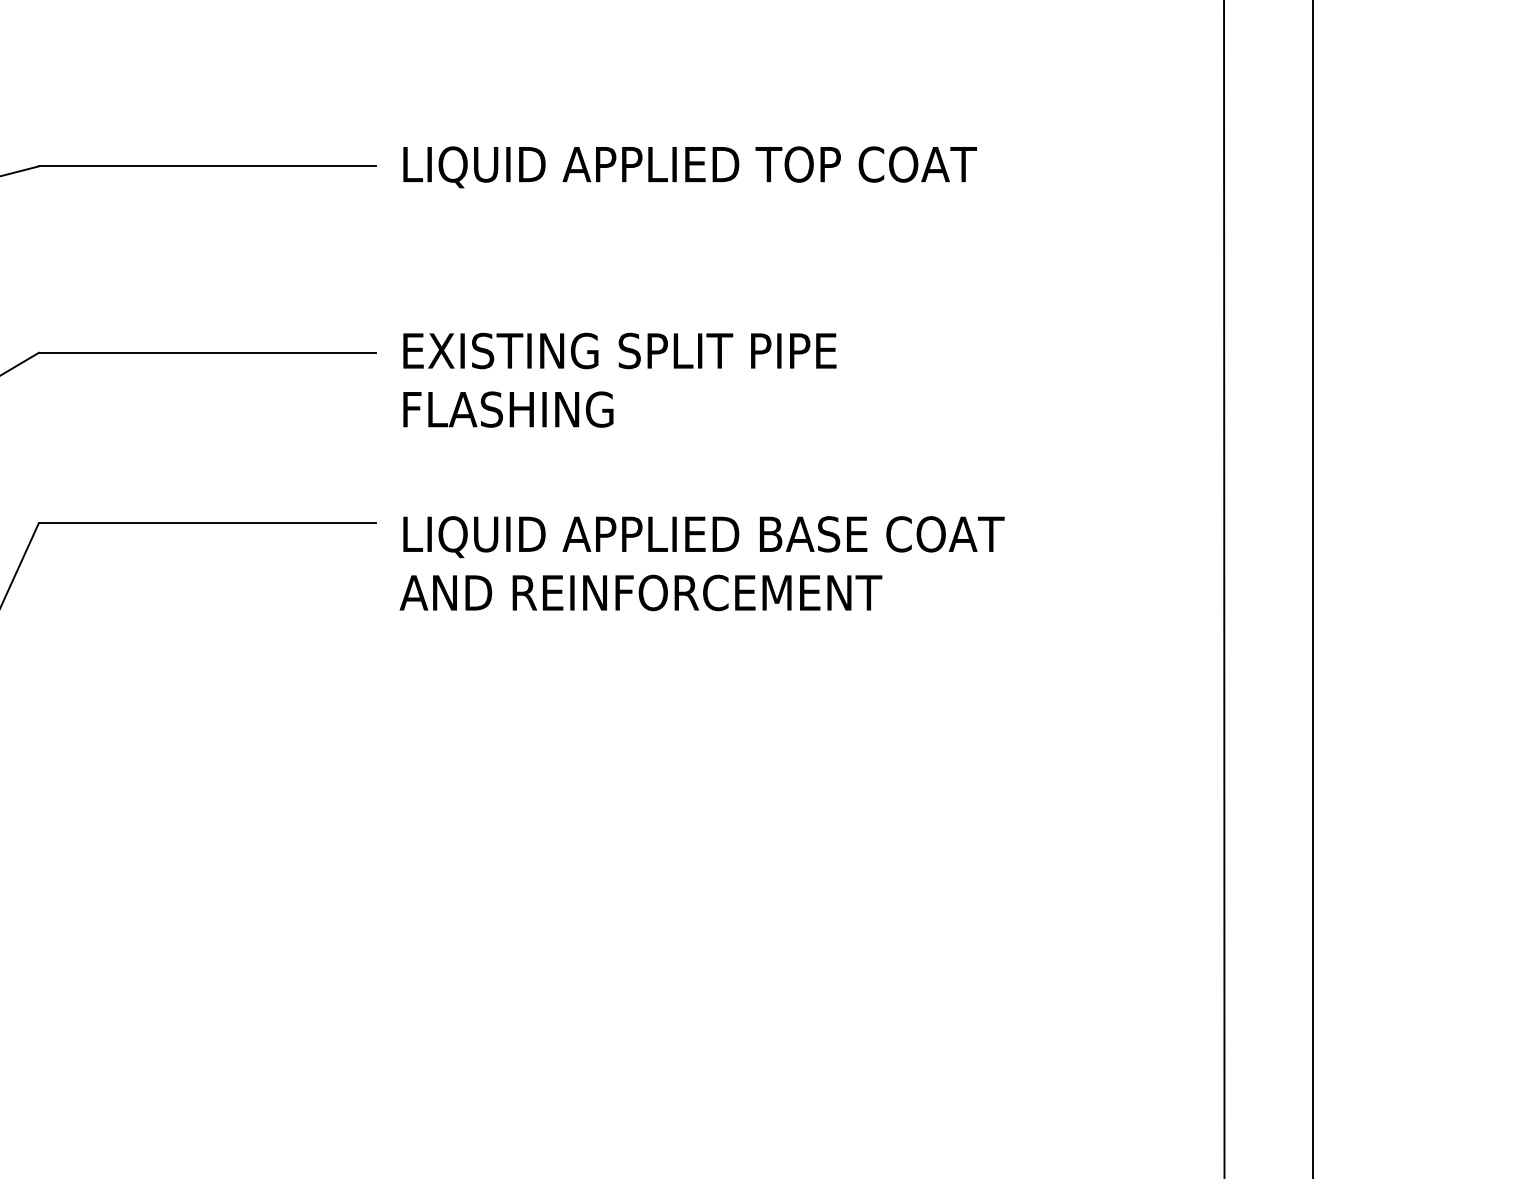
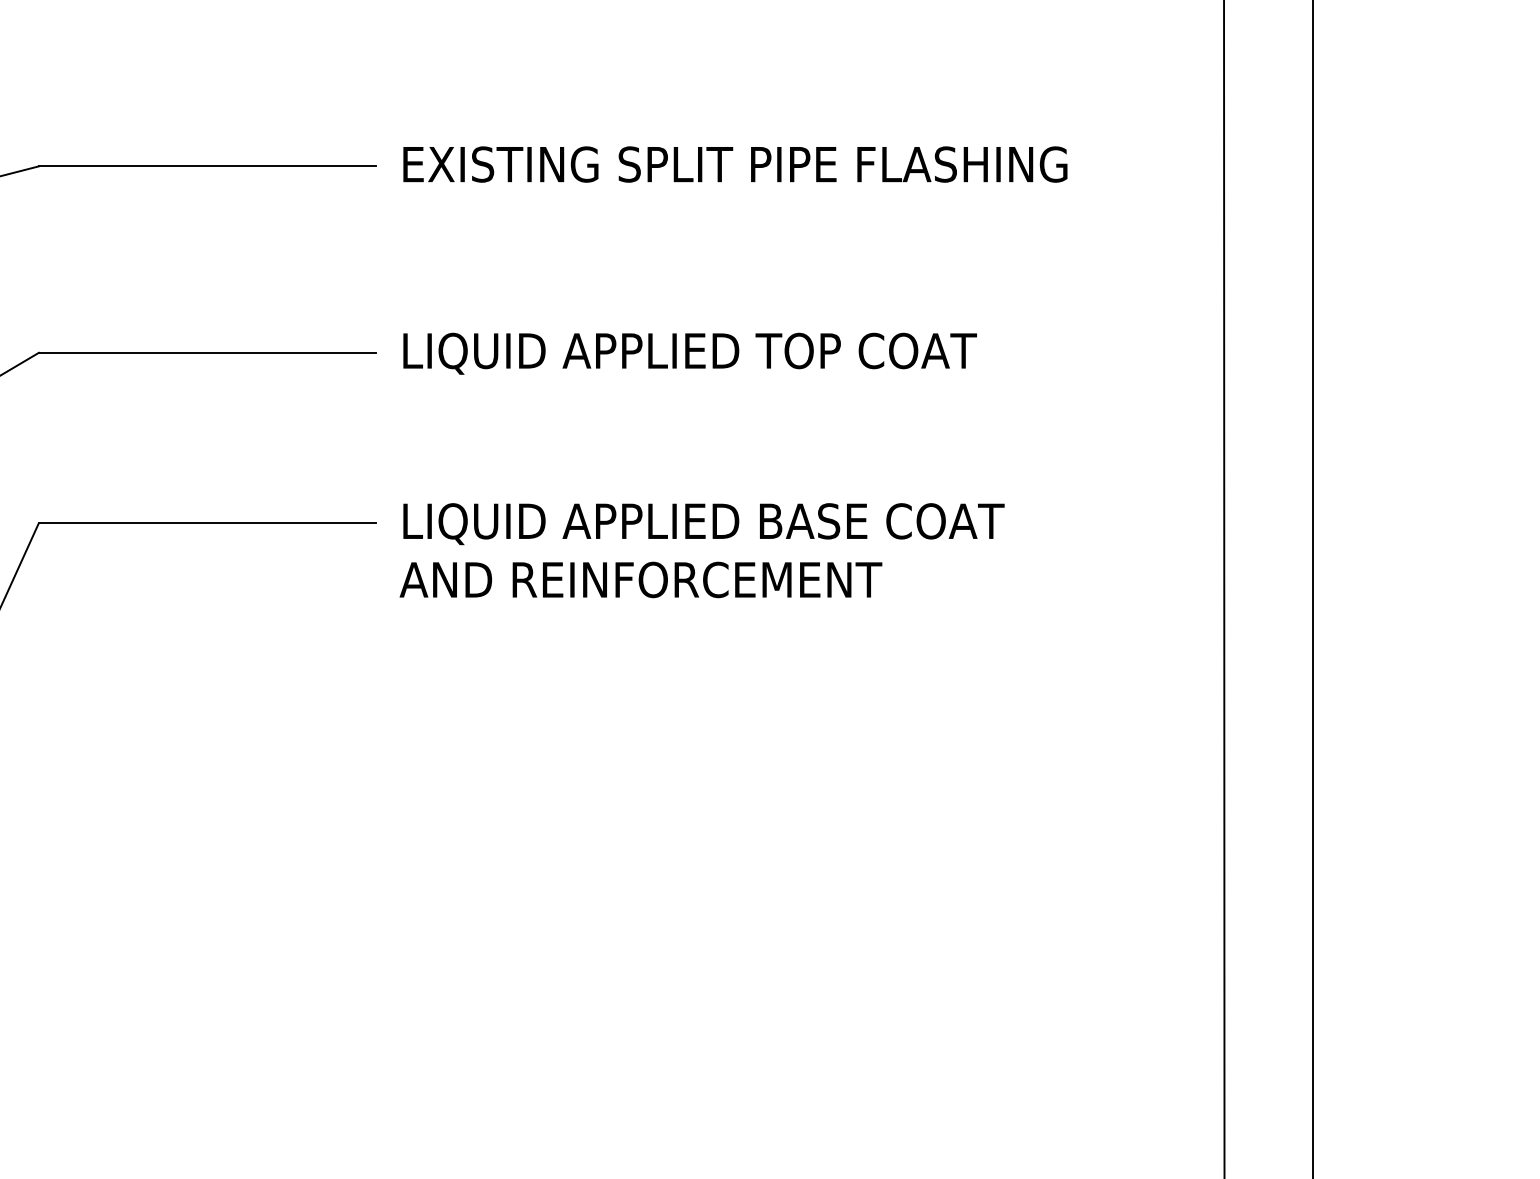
text at (737, 167): LIQUID APPLIED TOP COAT -> EXISTING SPLIT PIPE FLASHING
text at (689, 379): EXISTING SPLIT PIPE FLASHING -> LIQUID APPLIED TOP COAT
text at (701, 563) position: (701, 563) -> (701, 550)
